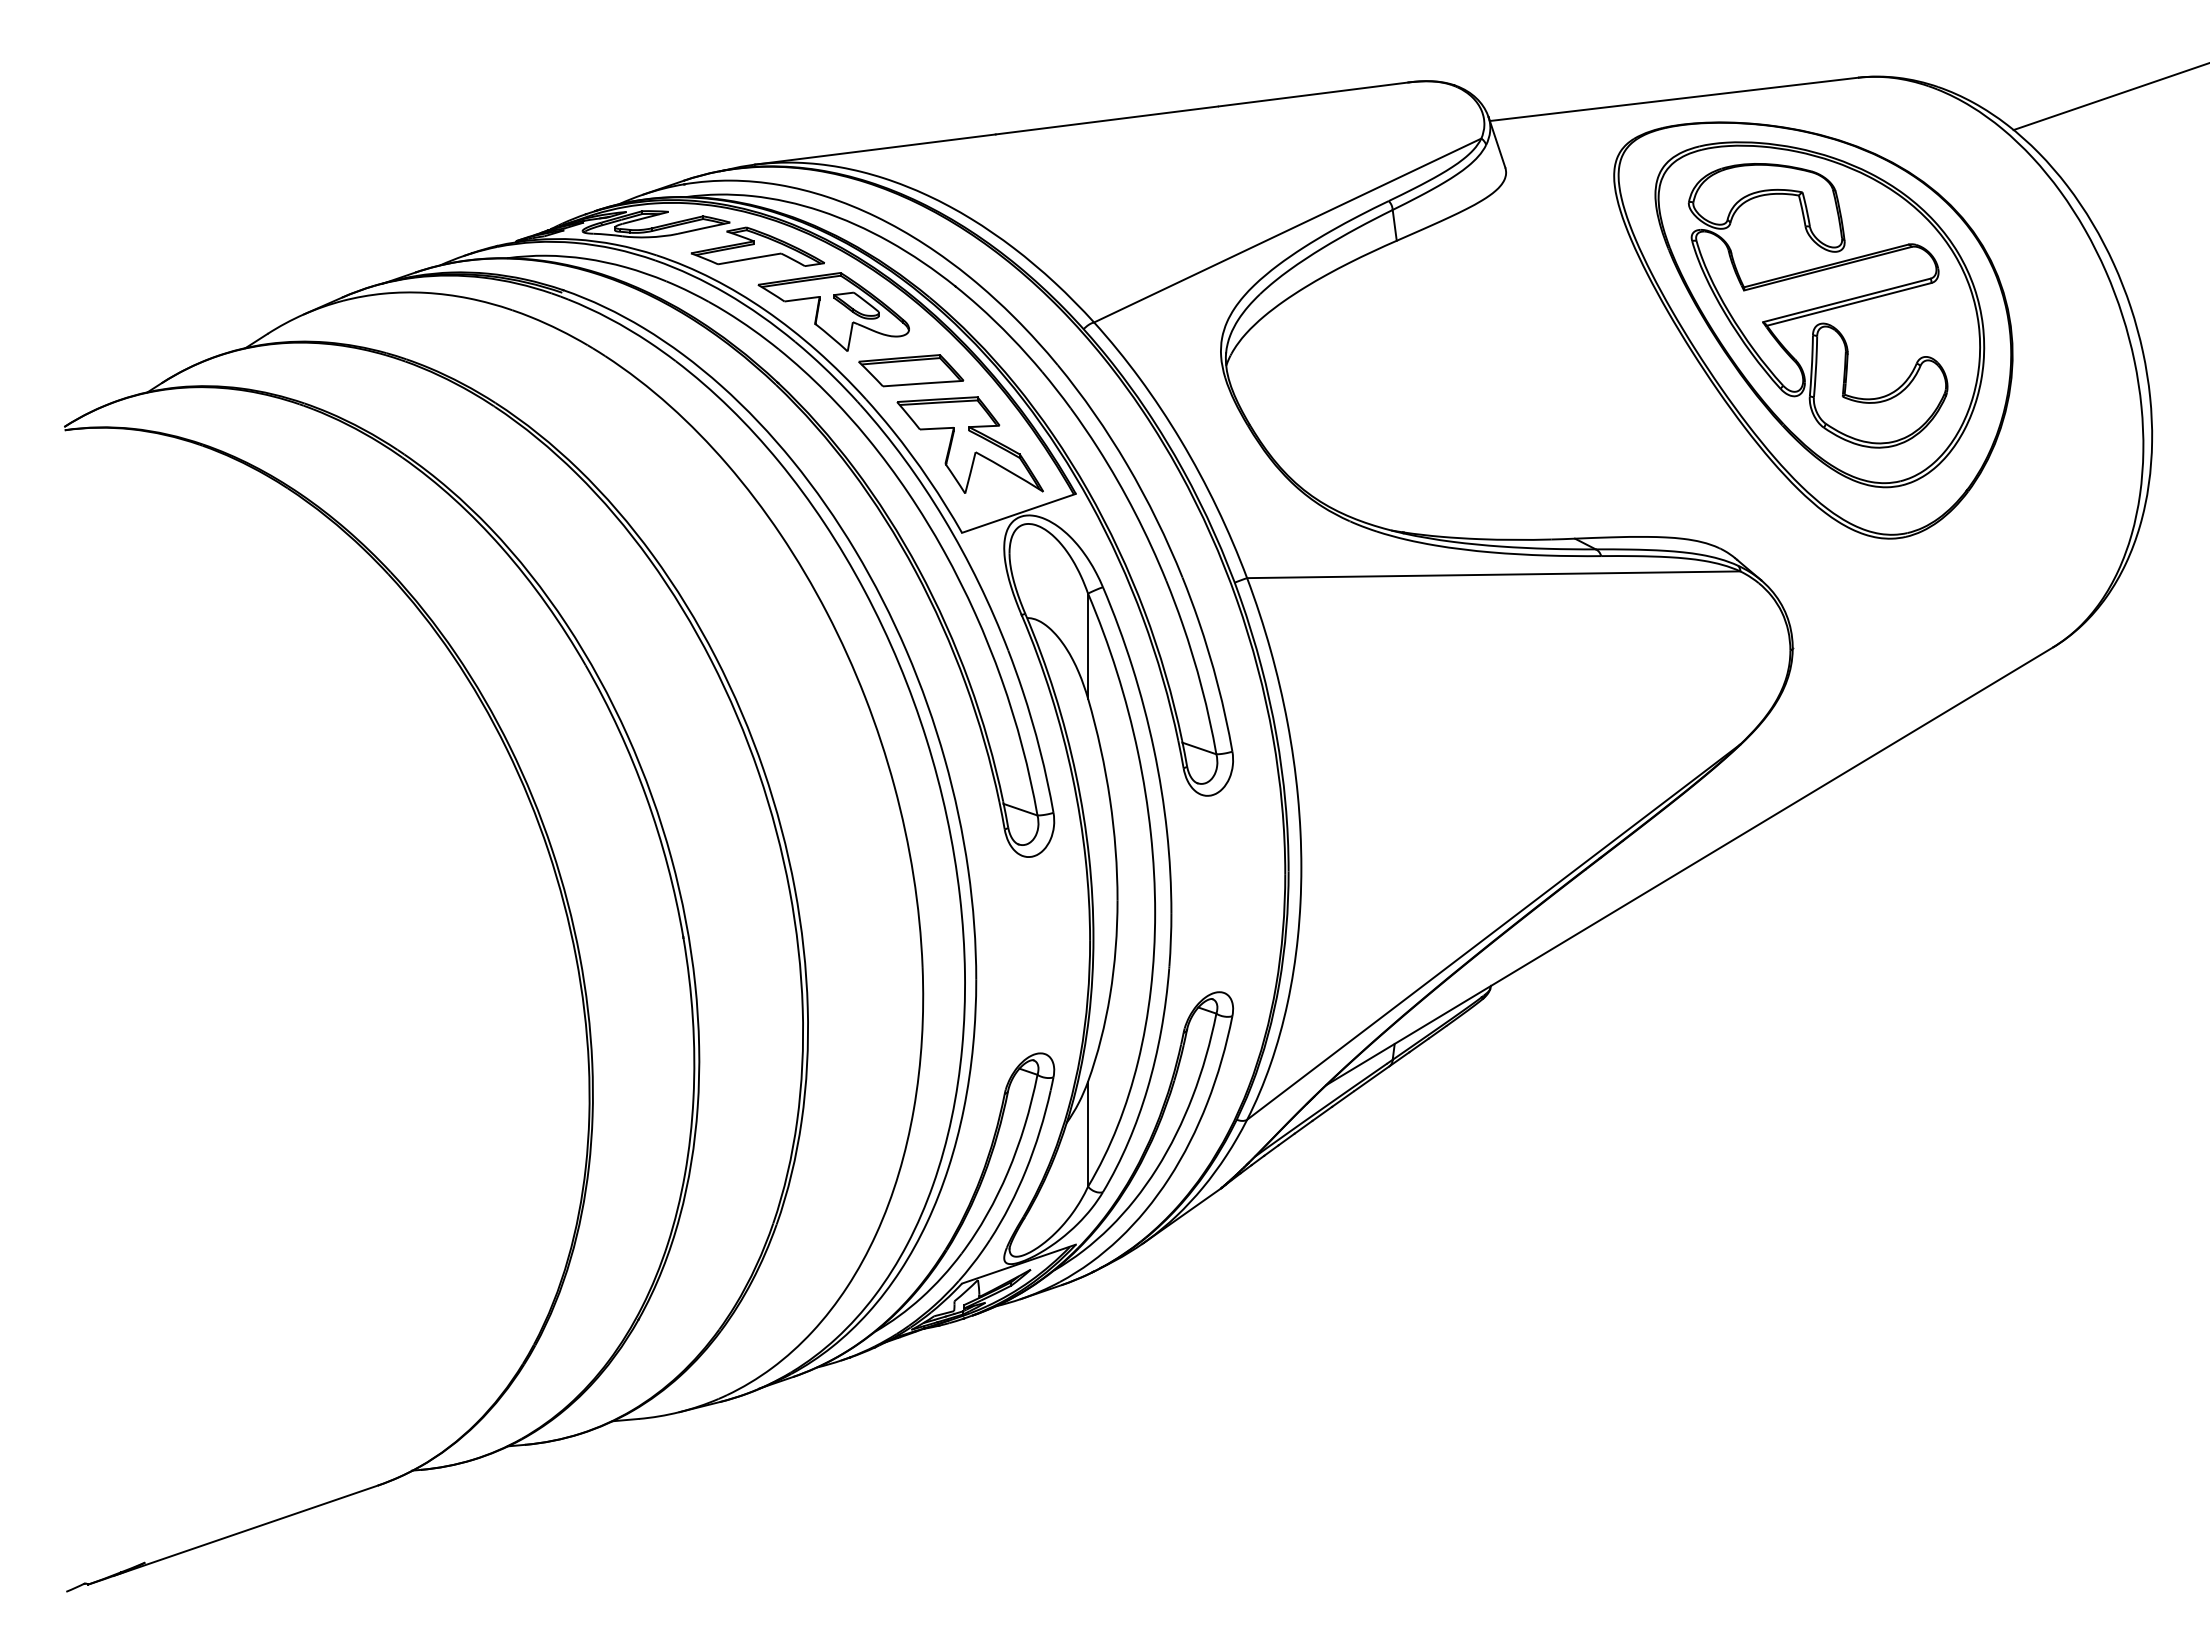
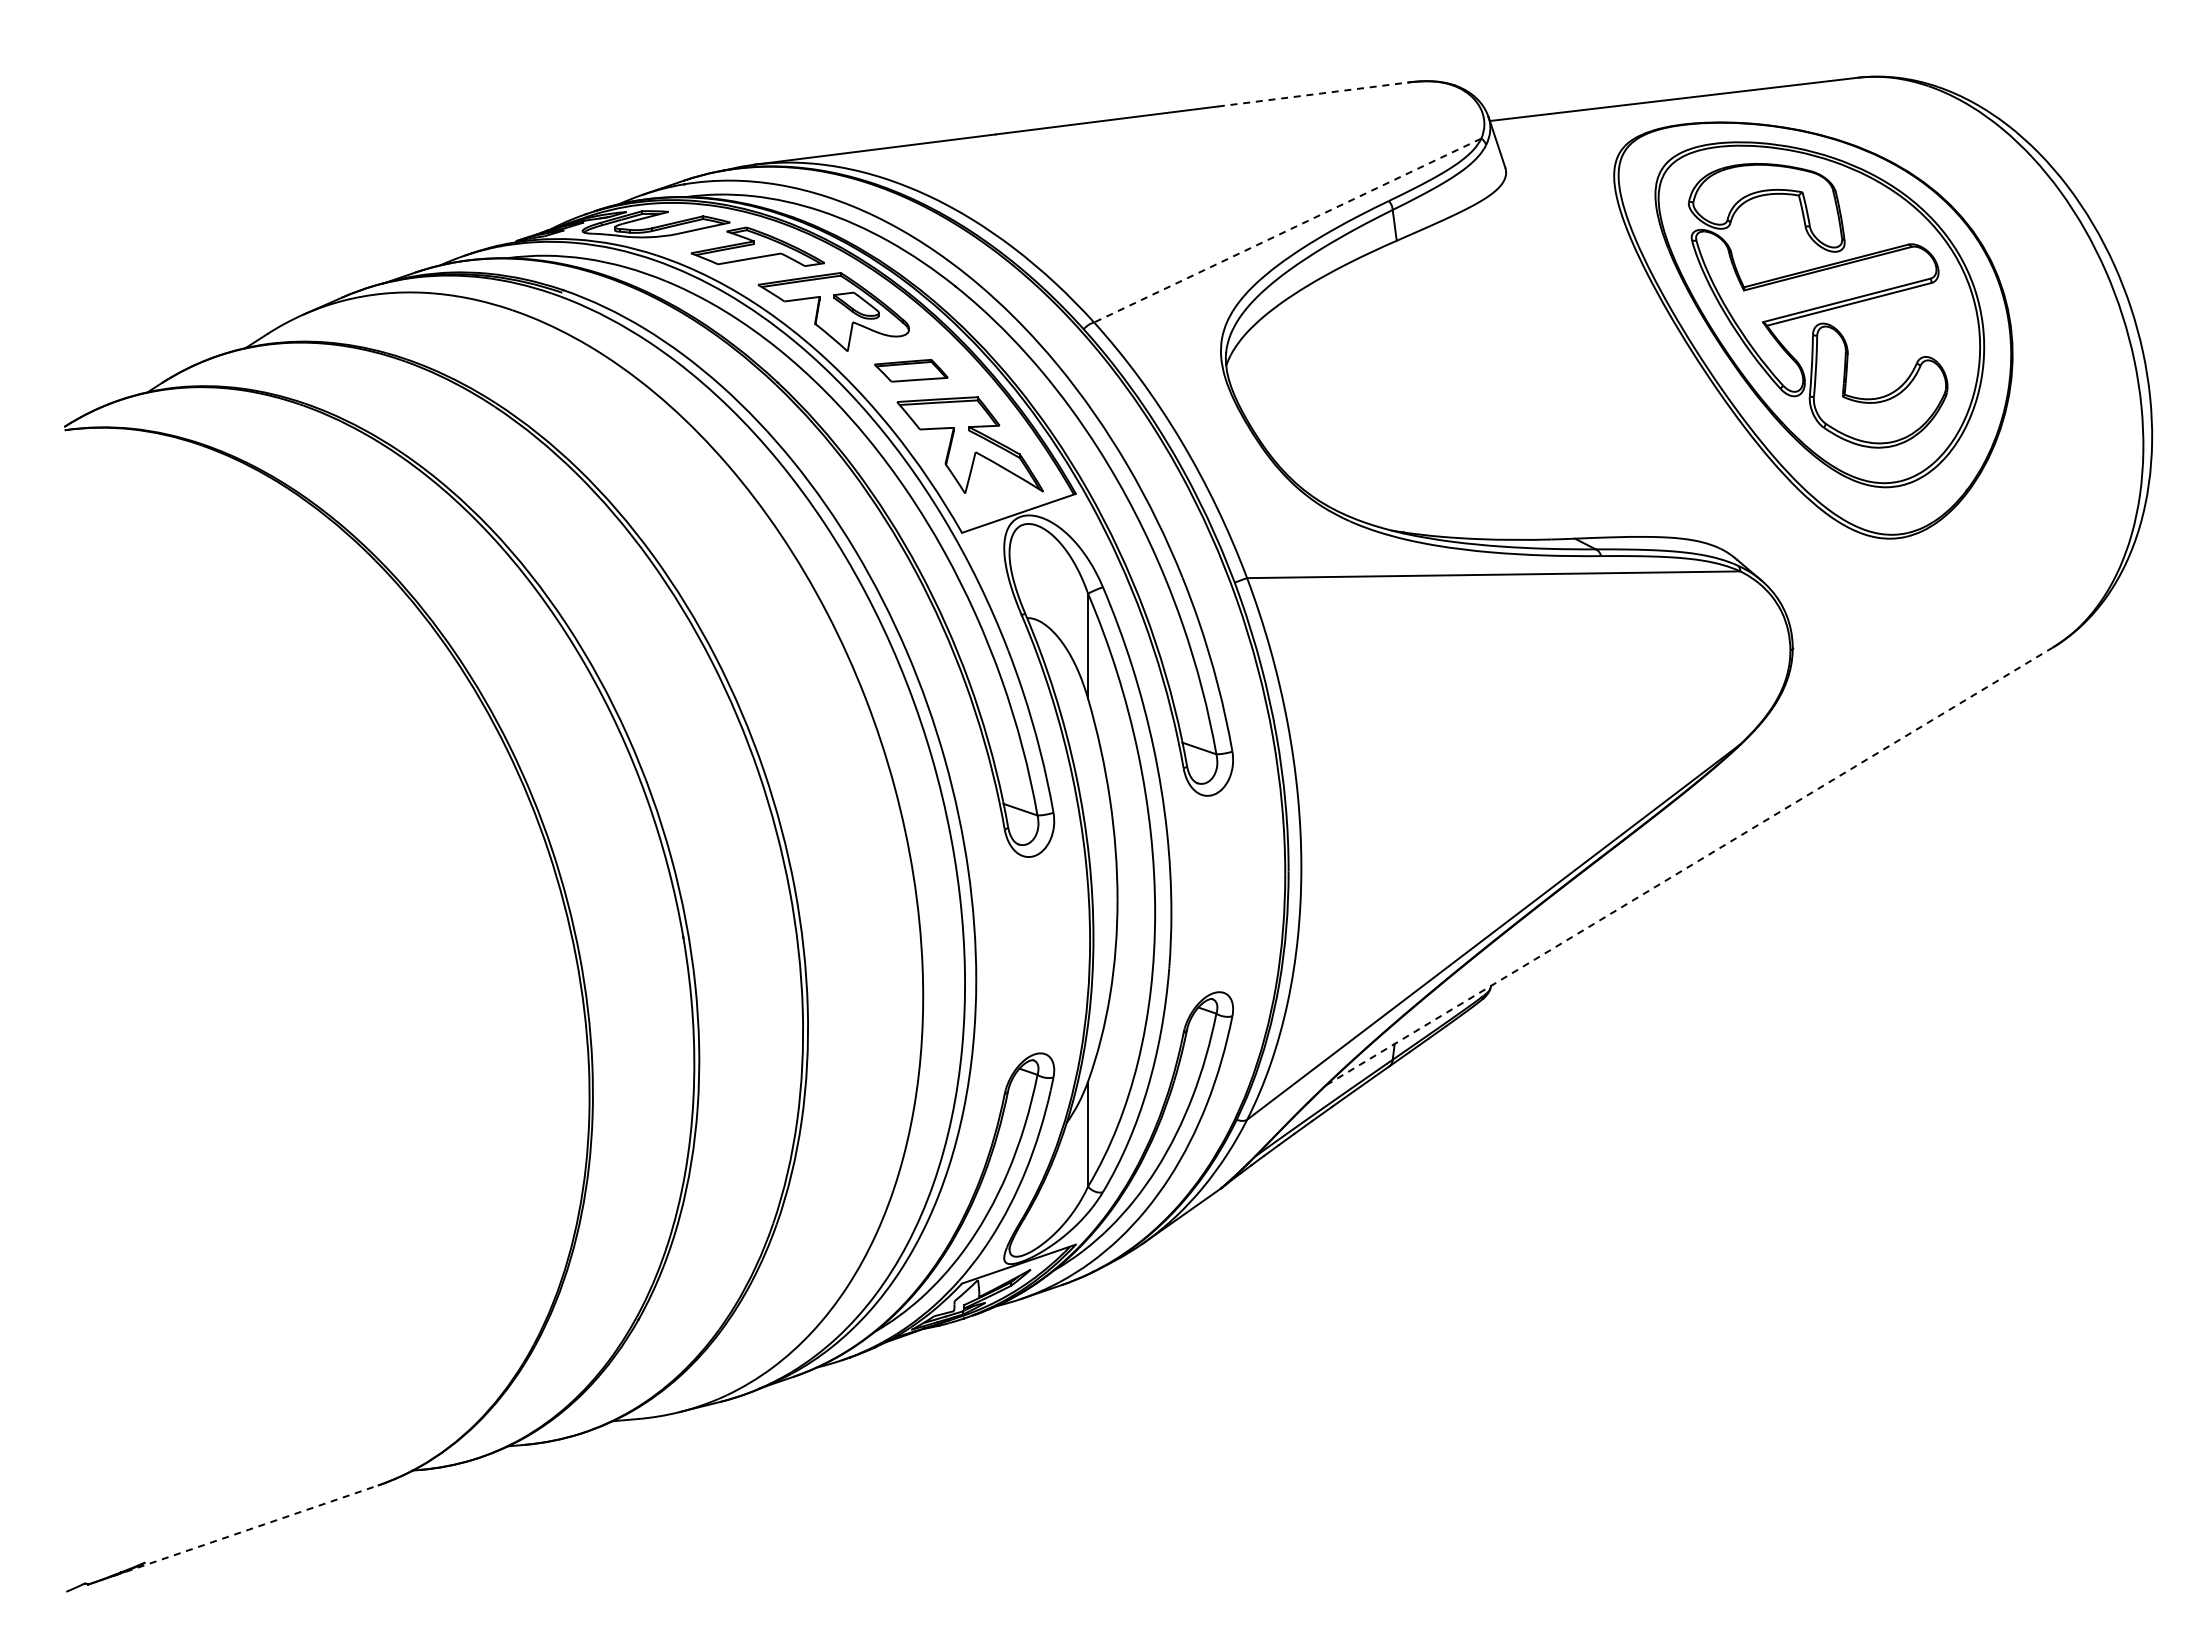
line at (1313, 94): solid -> dashed
line at (2109, 97): present -> none
line at (1287, 230): solid -> dashed
part at (911, 370) size: 107x34 px -> 75x24 px
line at (1690, 866): solid -> dashed
line at (245, 1530): solid -> dashed
